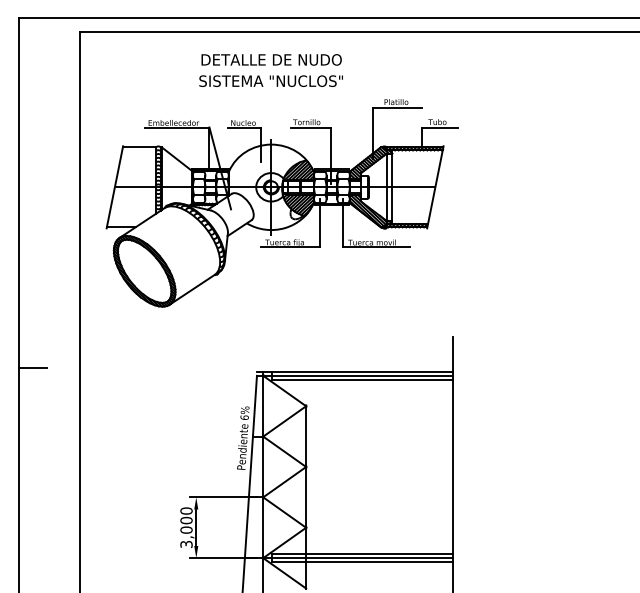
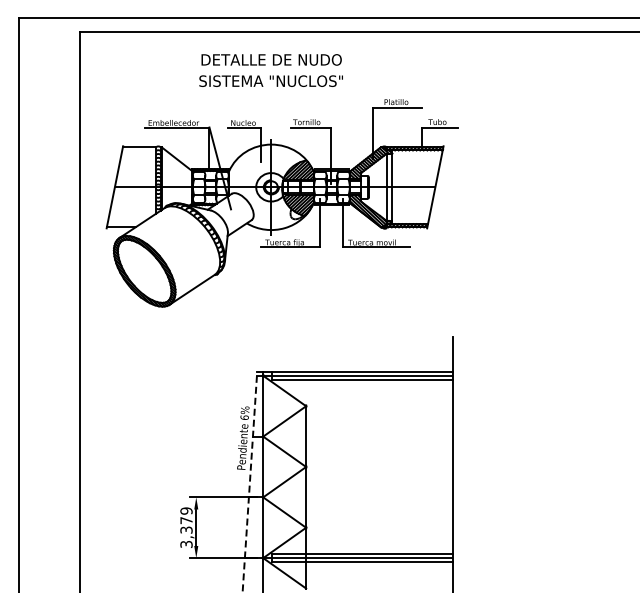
line at (32, 368): present -> none
line at (249, 484): solid -> dashed
text at (186, 520): 3,000 -> 3,379
